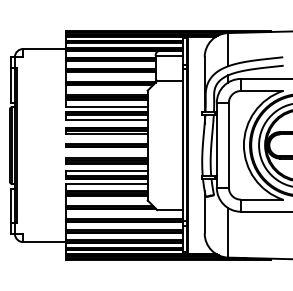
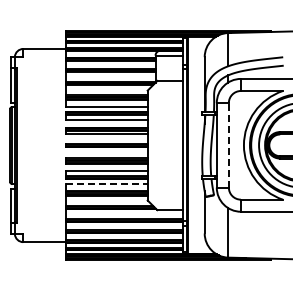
line at (228, 144): solid -> dashed
line at (106, 184): solid -> dashed
